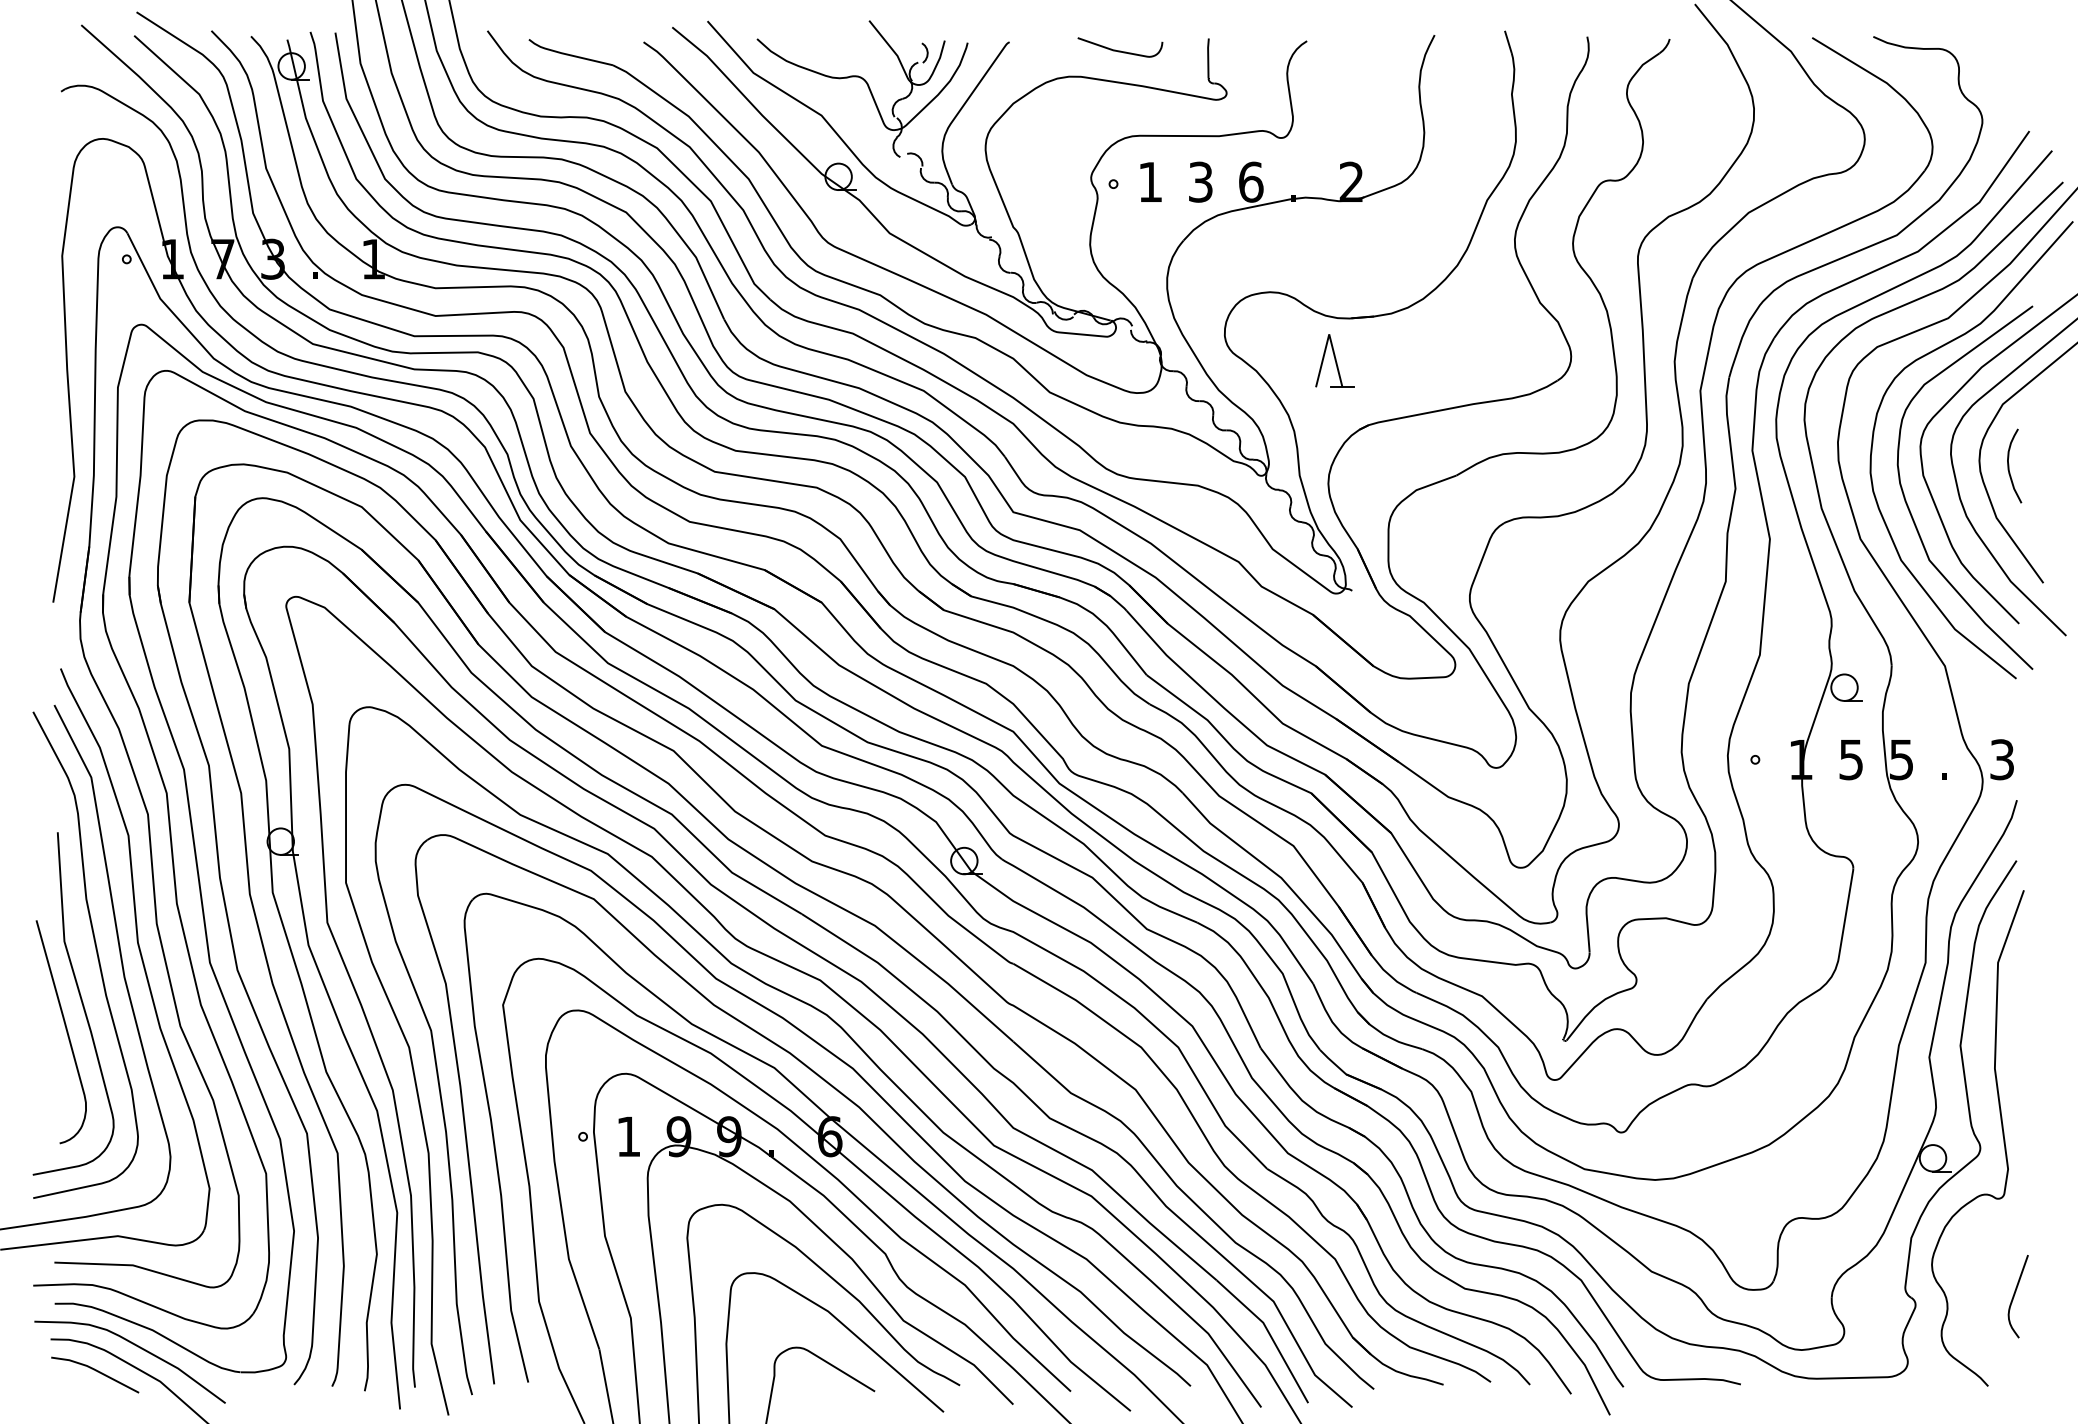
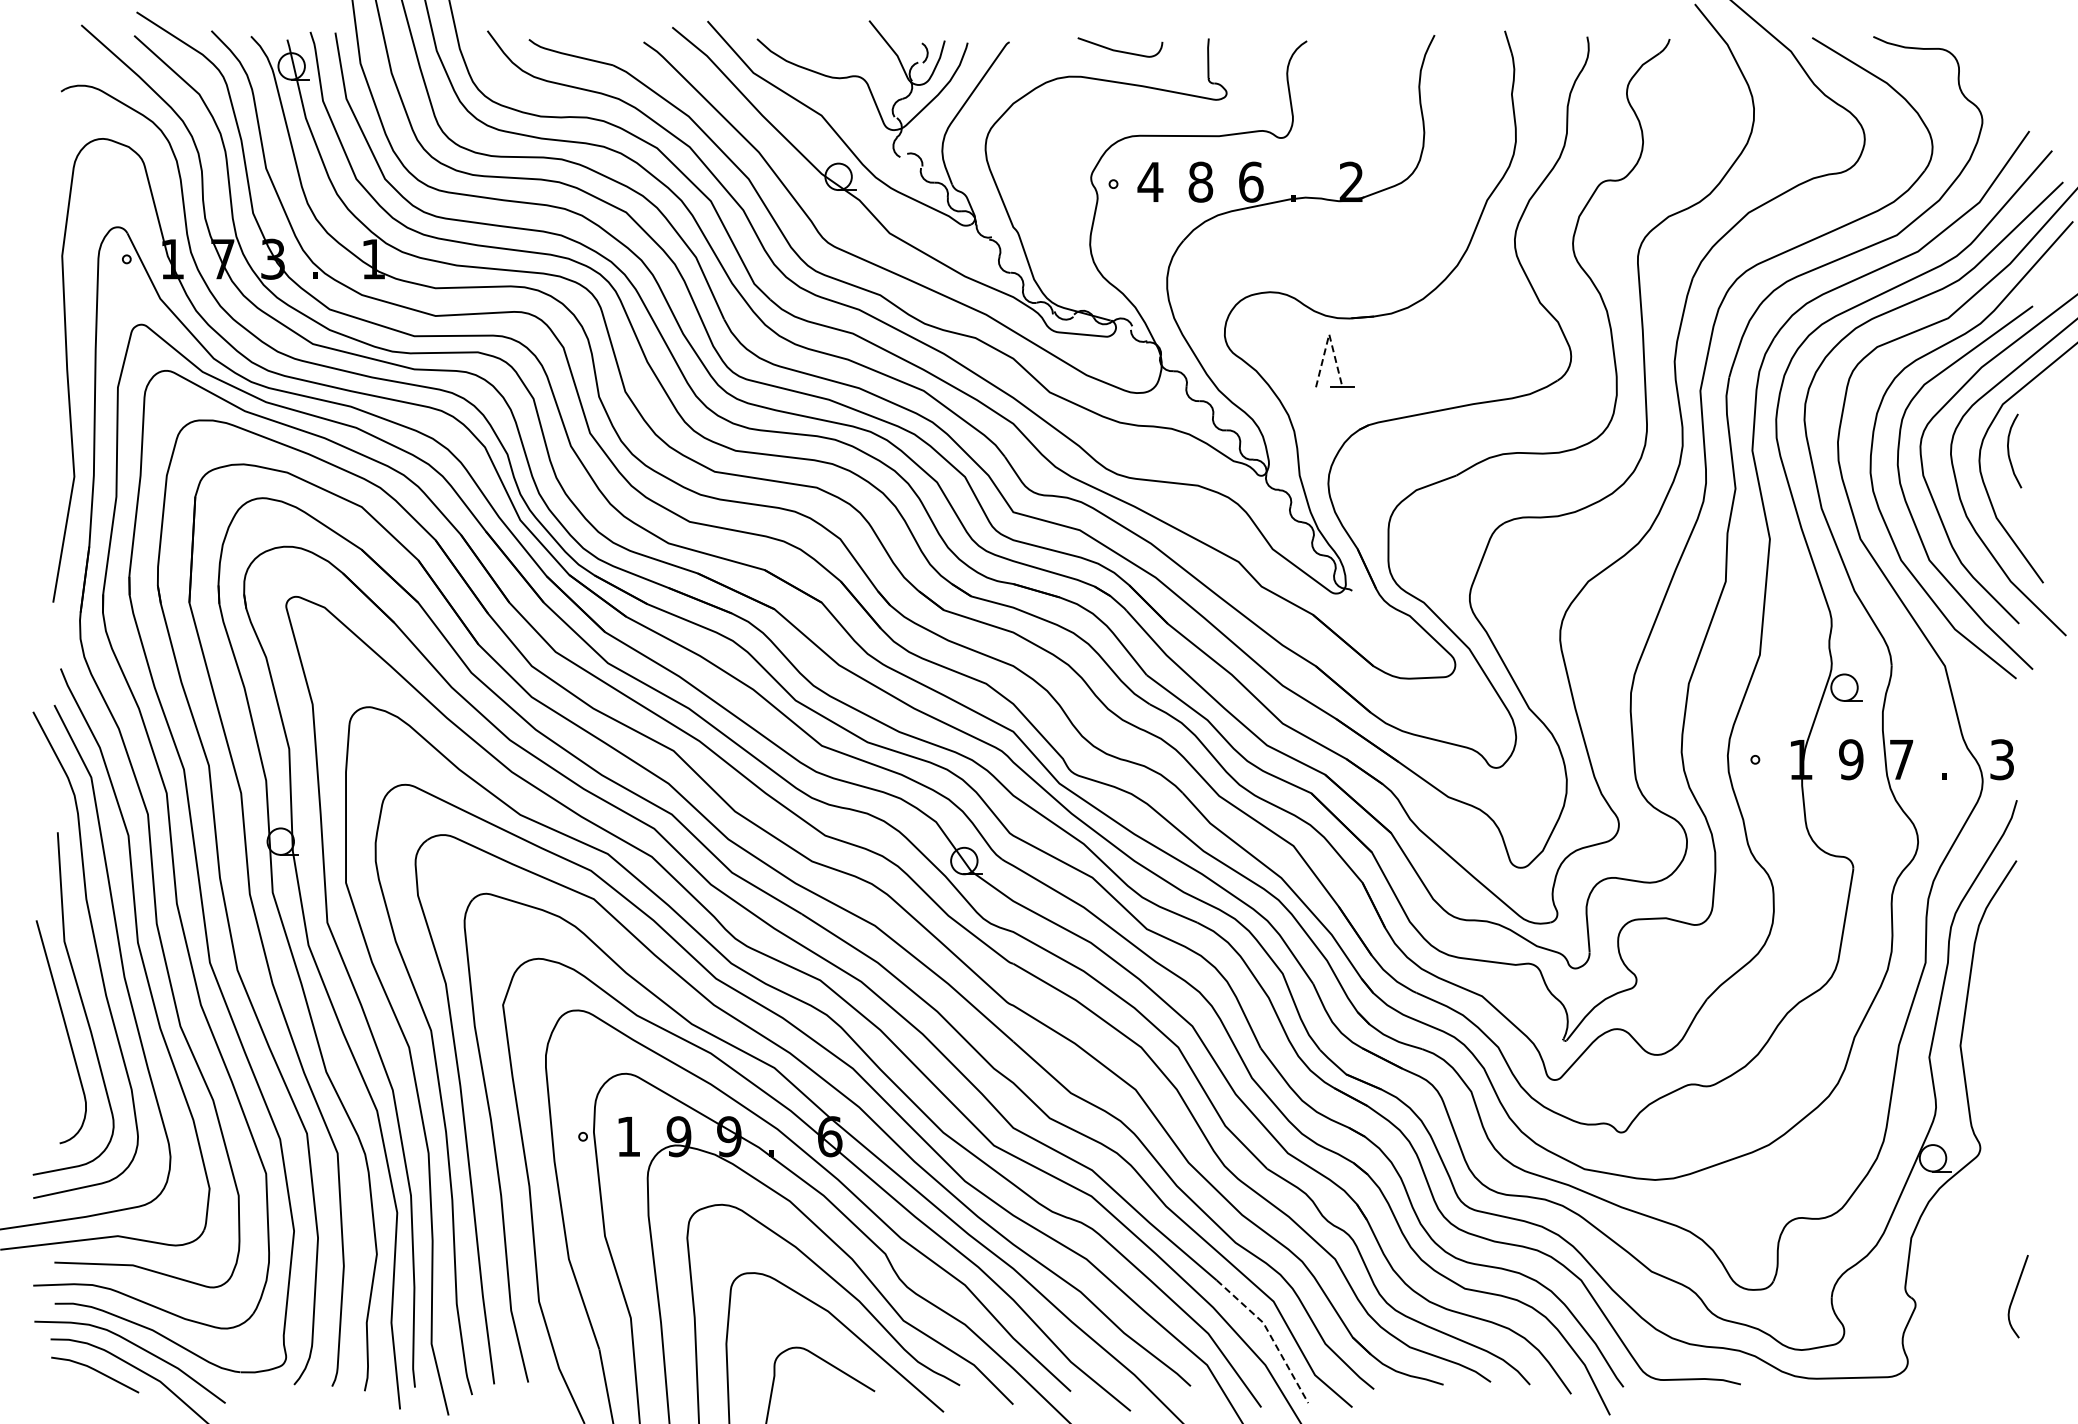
text at (1150, 181): 1 -> 4
text at (1200, 181): 3 -> 8
line at (1329, 334): solid -> dashed
curve at (2009, 465) position: (2009, 465) -> (2009, 450)
text at (1851, 759): 5 -> 9
text at (1901, 760): 5 -> 7
curve at (2002, 1136): present -> none
line at (1270, 1335): solid -> dashed
